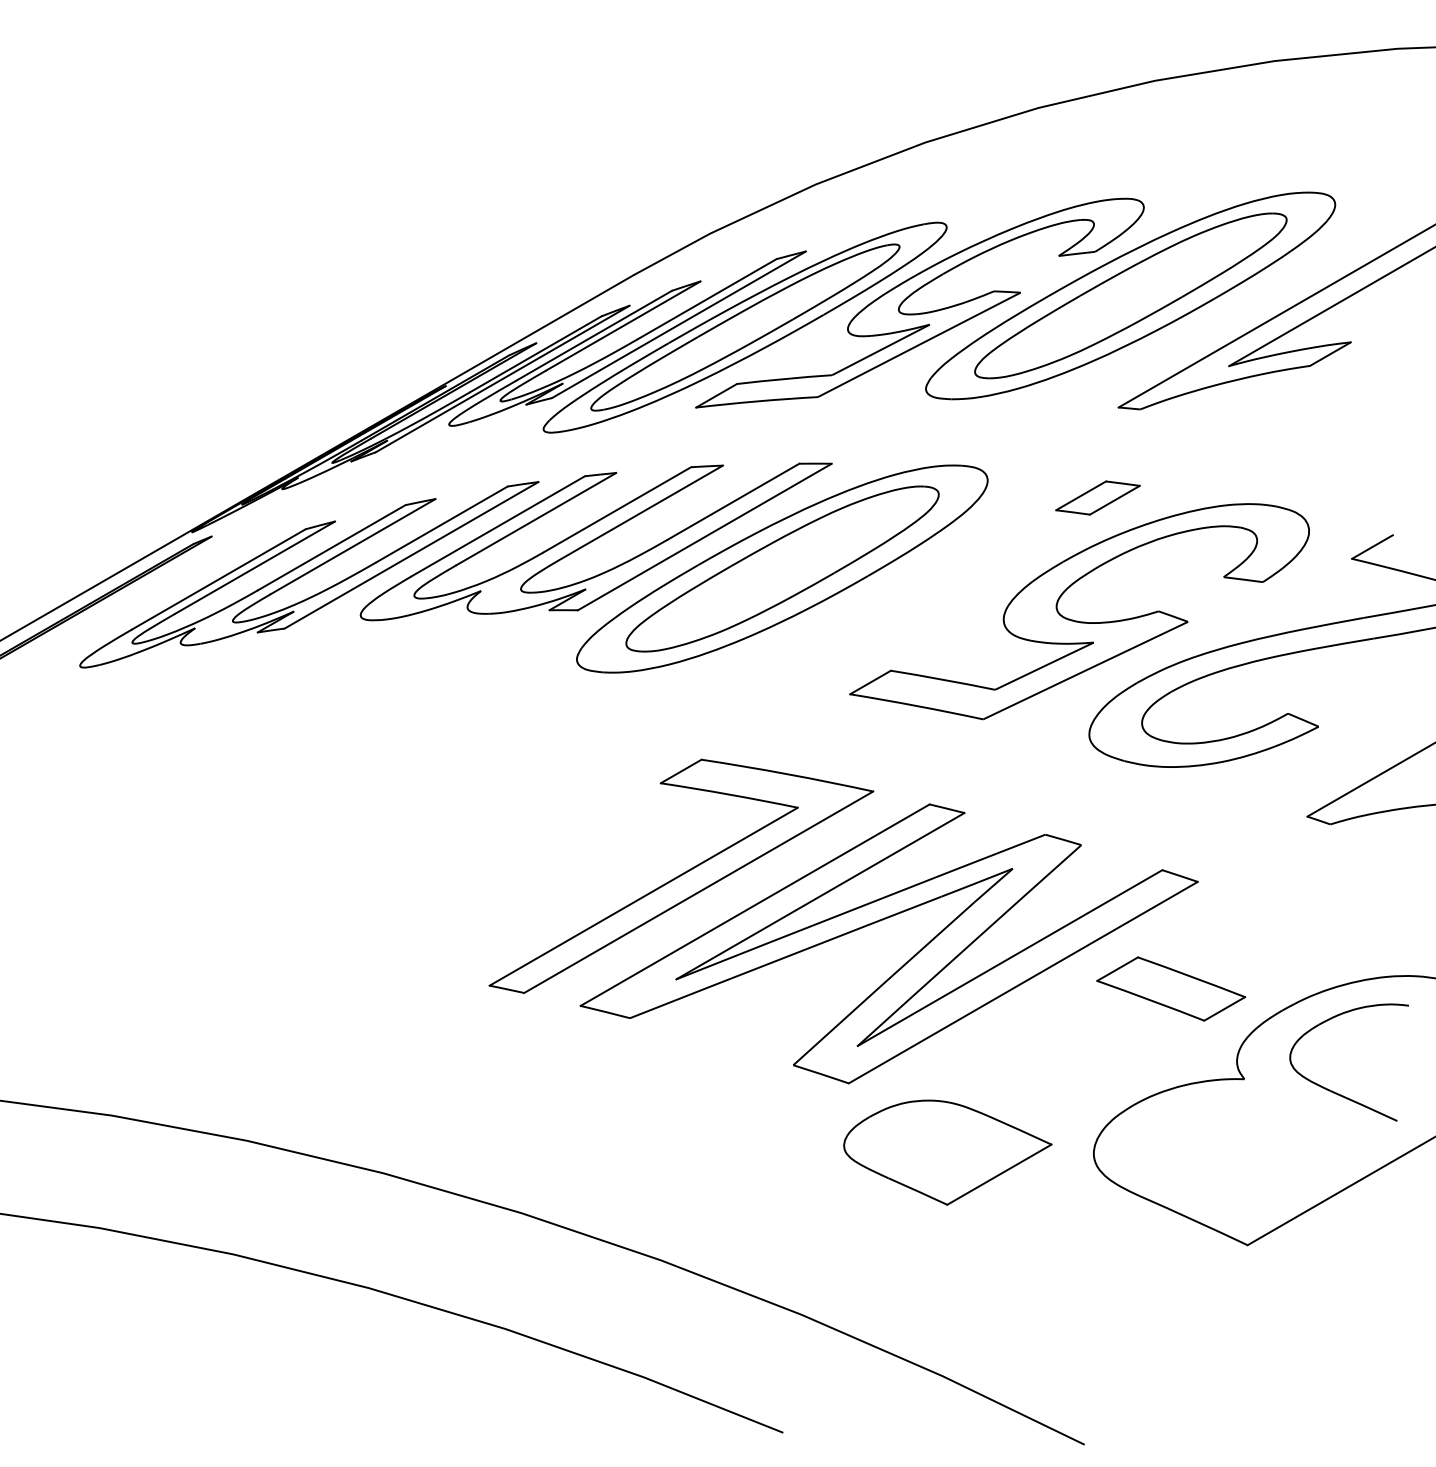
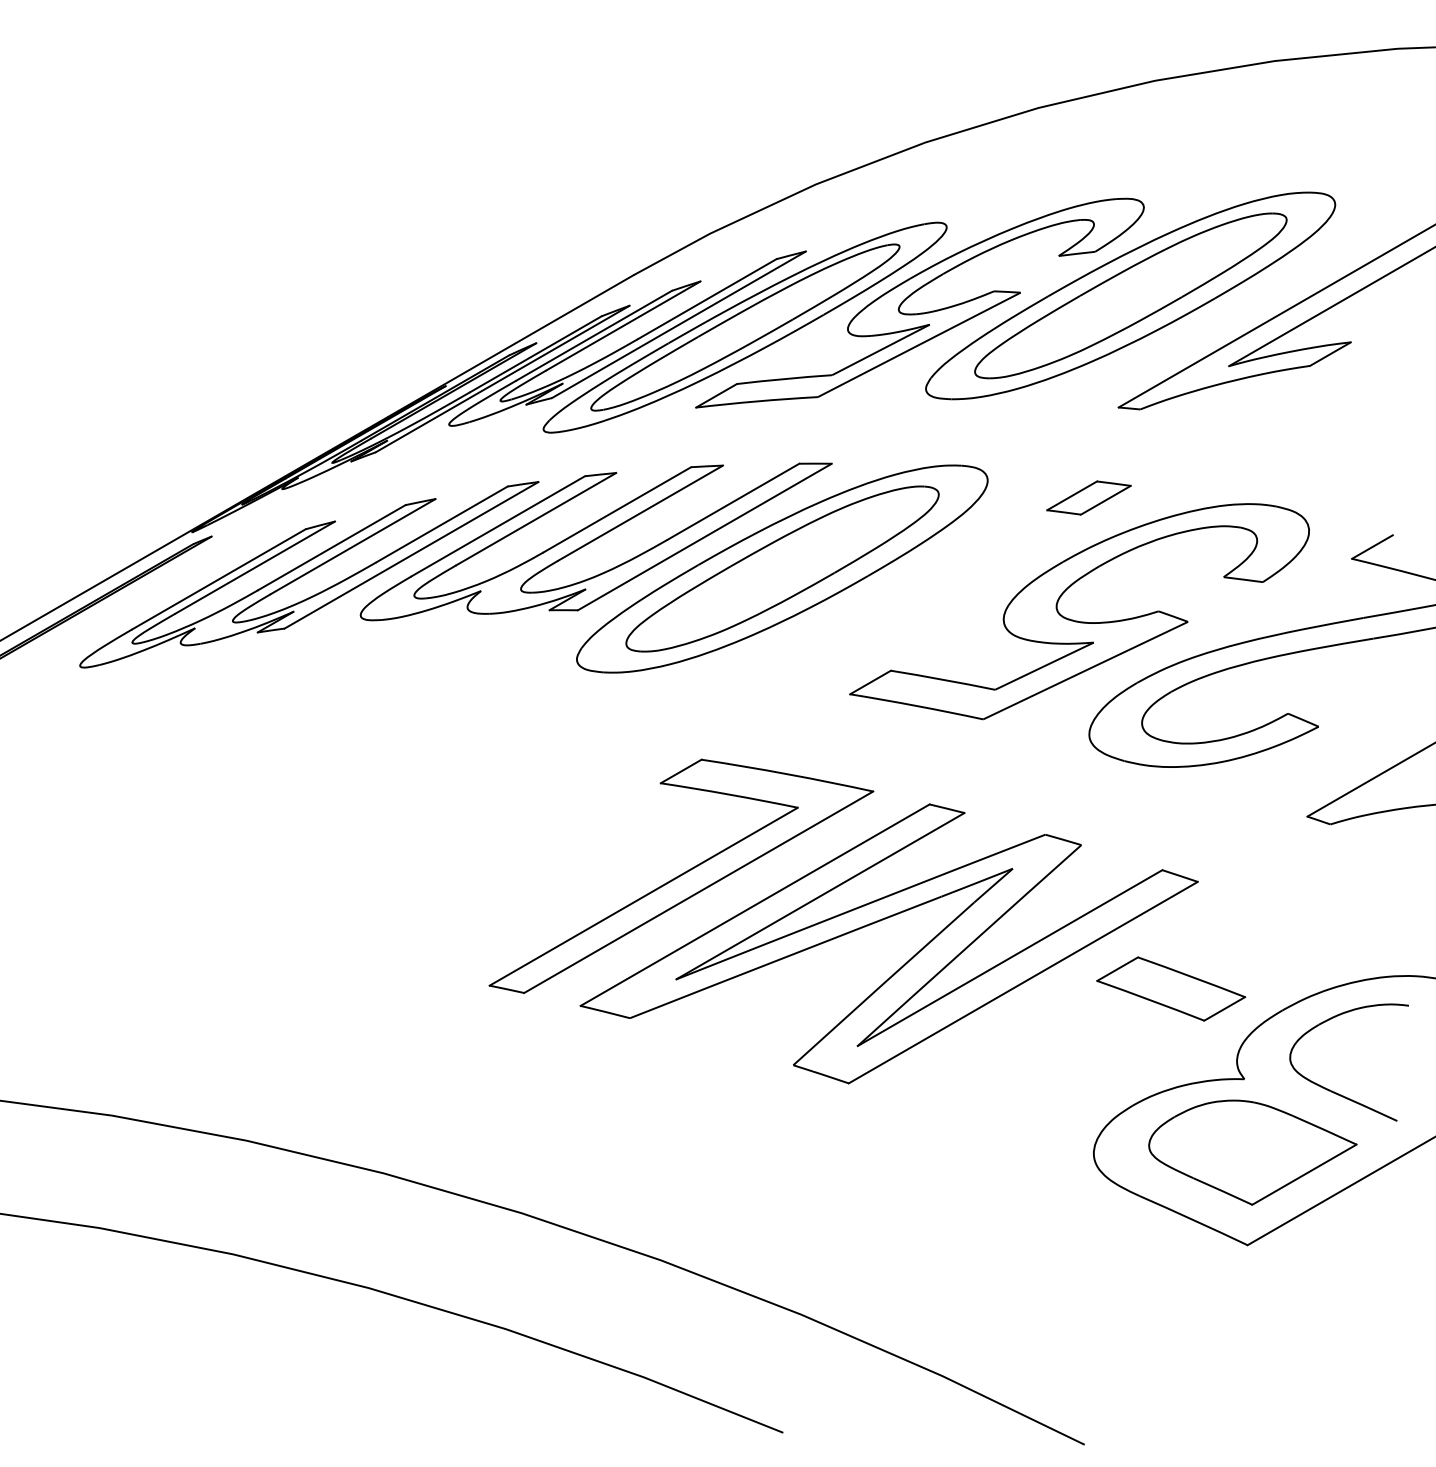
part at (1097, 497) position: (1097, 497) -> (1088, 497)
part at (947, 1152) position: (947, 1152) -> (1252, 1152)
